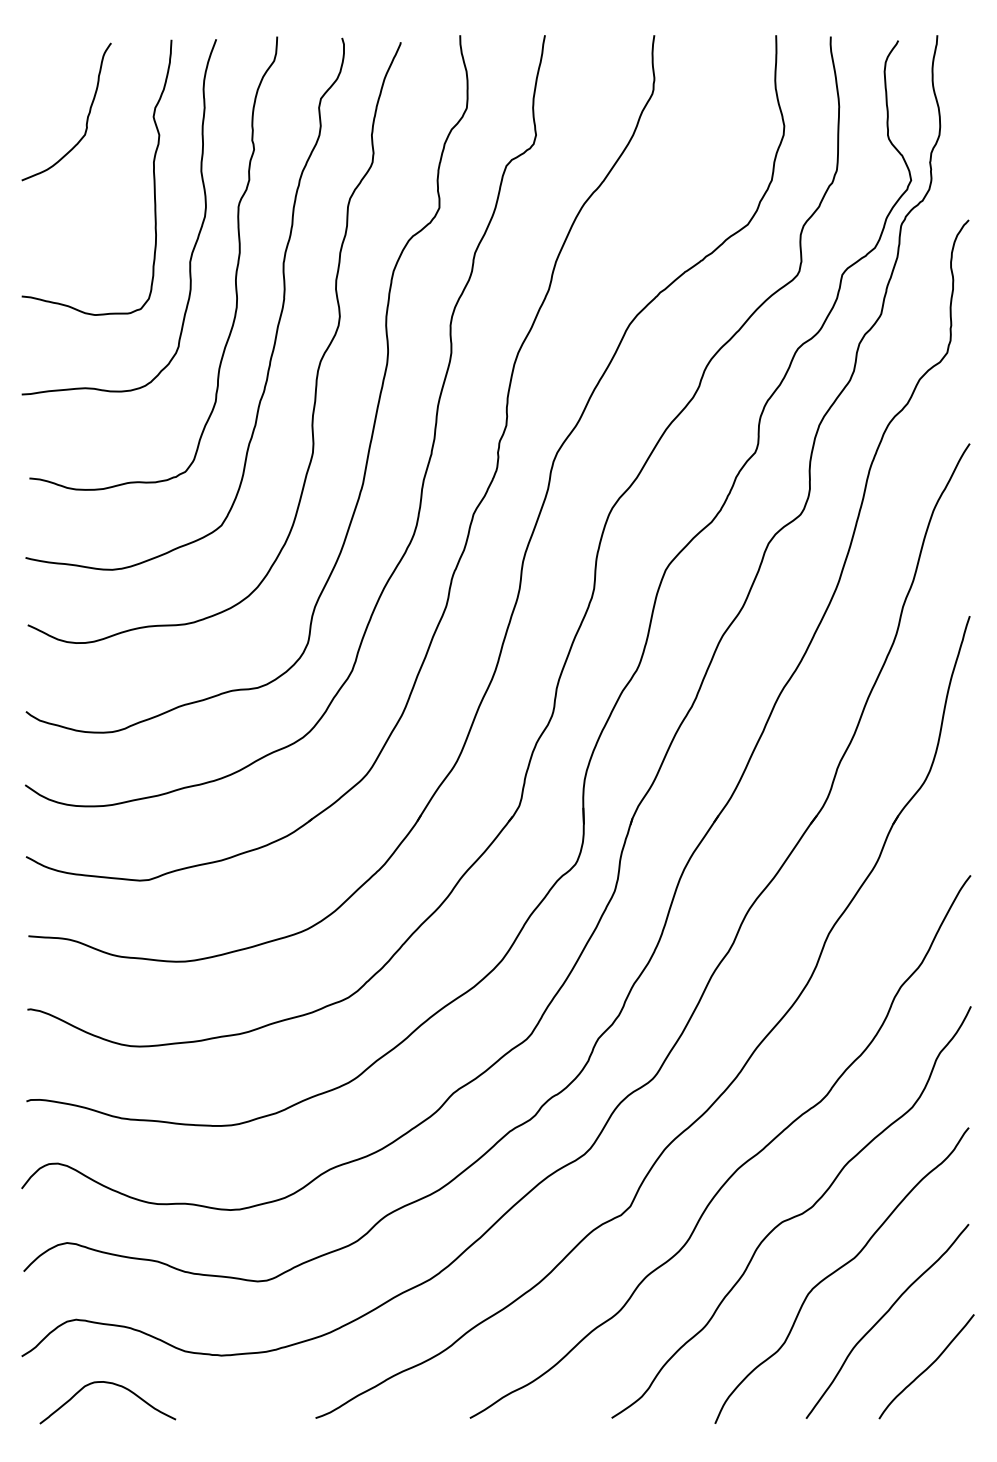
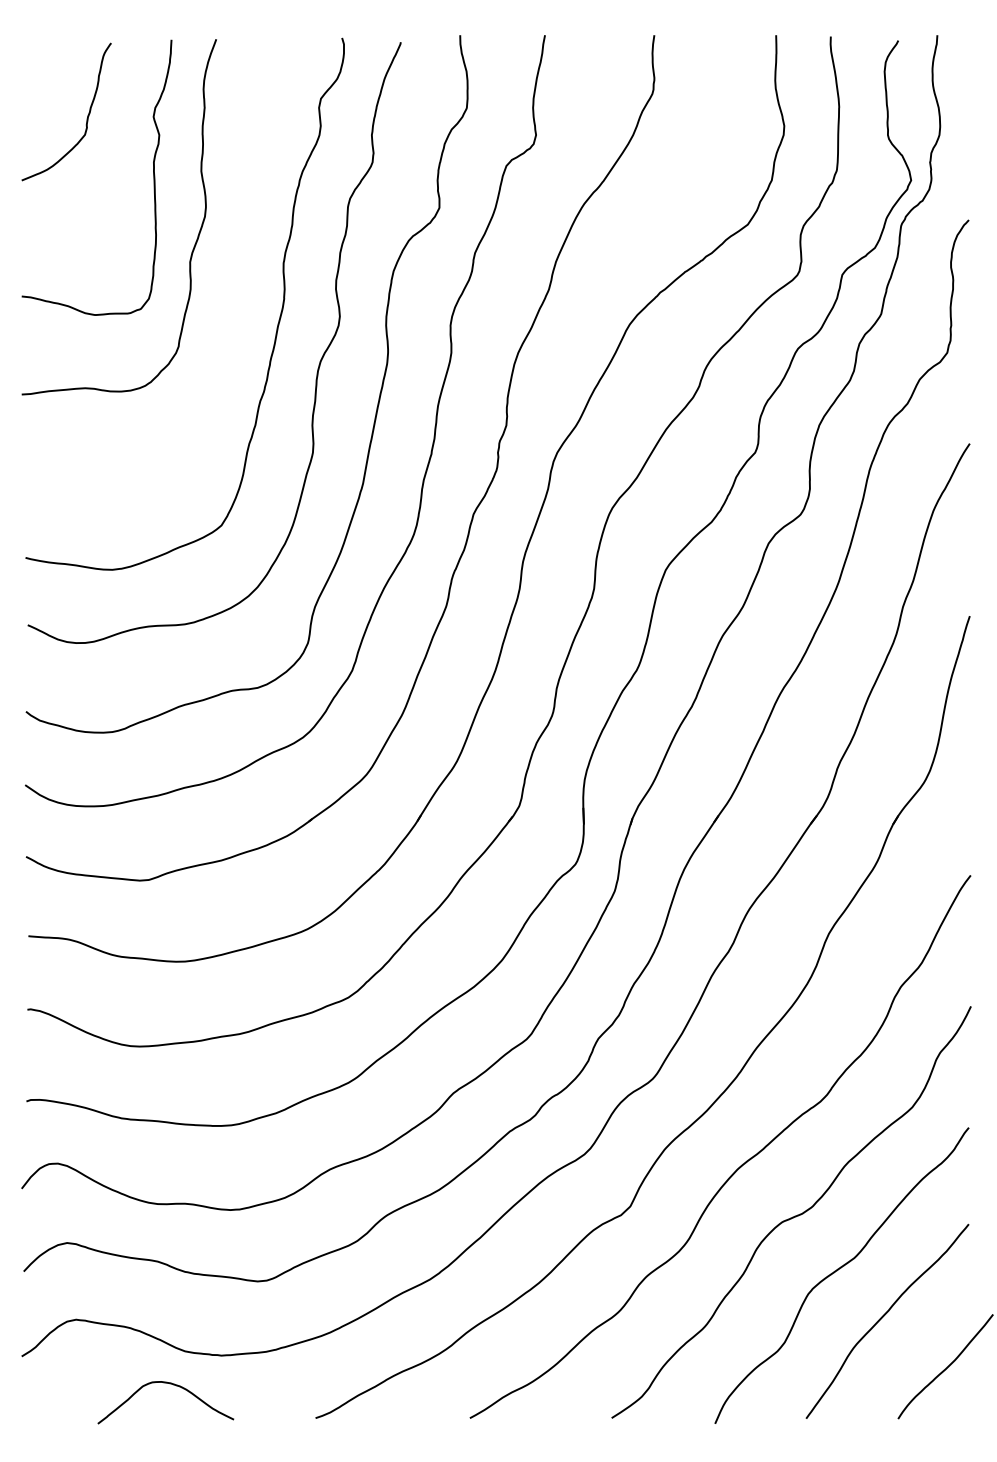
curve at (235, 270): present -> none
curve at (927, 1367) position: (927, 1367) -> (946, 1367)
curve at (111, 1384) position: (111, 1384) -> (169, 1384)
